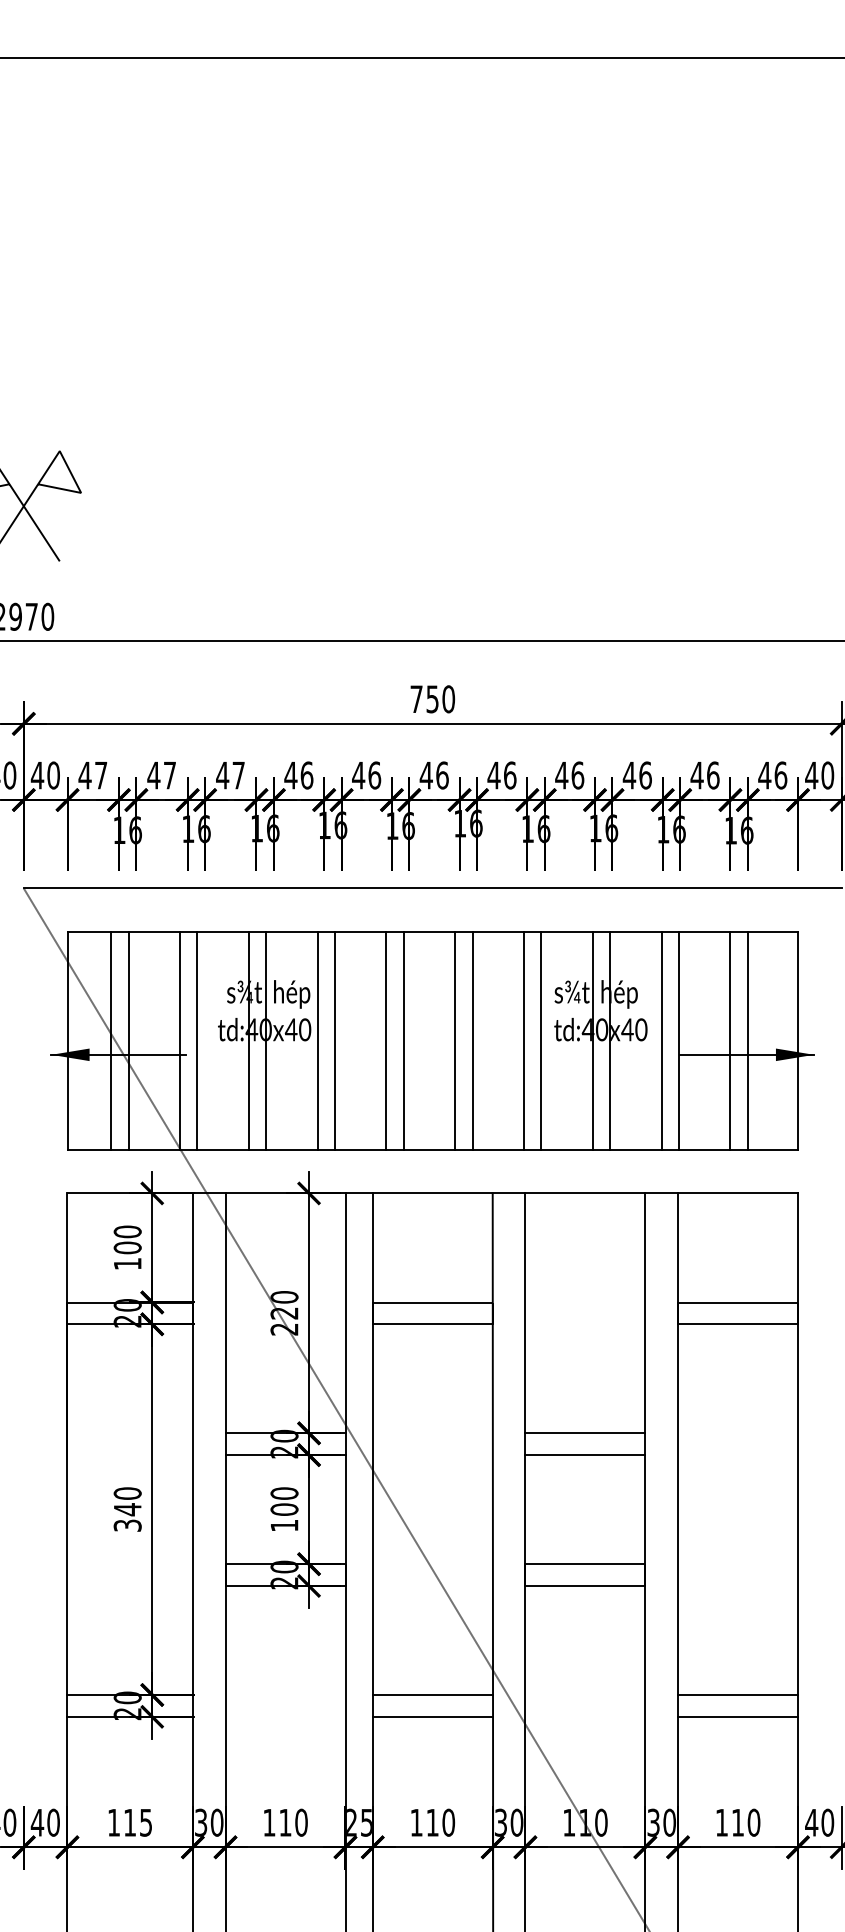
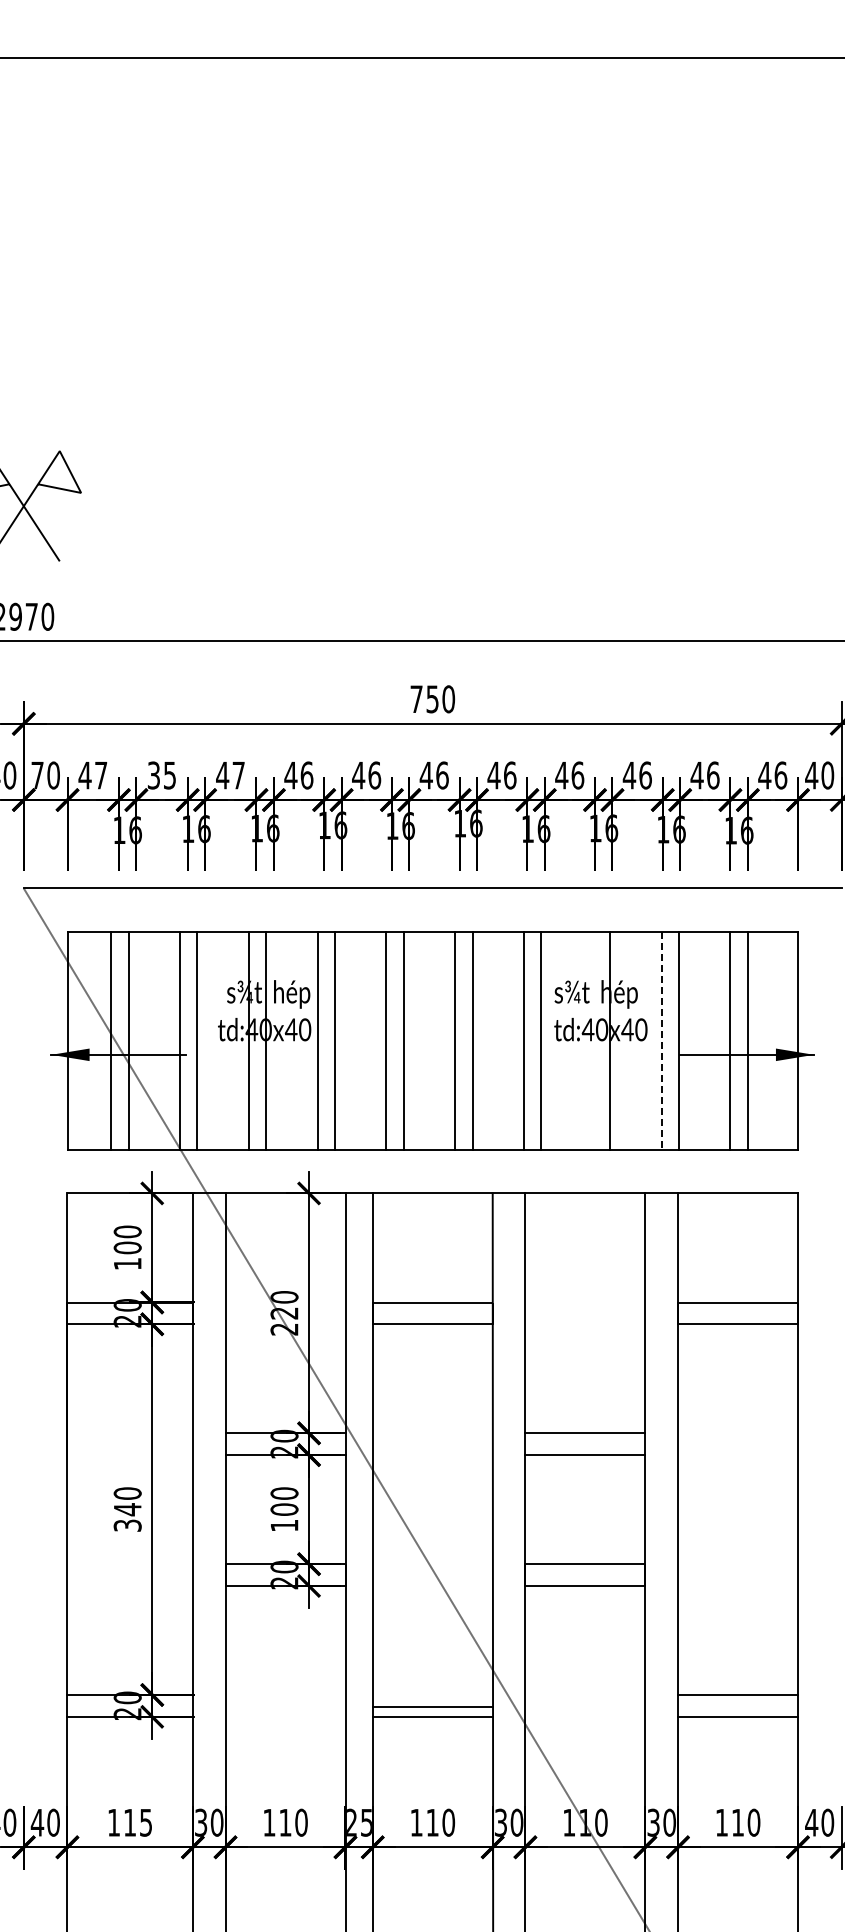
text at (37, 775): 40 -> 70
text at (161, 775): 47 -> 35
line at (592, 1041): present -> none
line at (661, 1041): solid -> dashed
line at (432, 1695) position: (432, 1695) -> (432, 1707)
